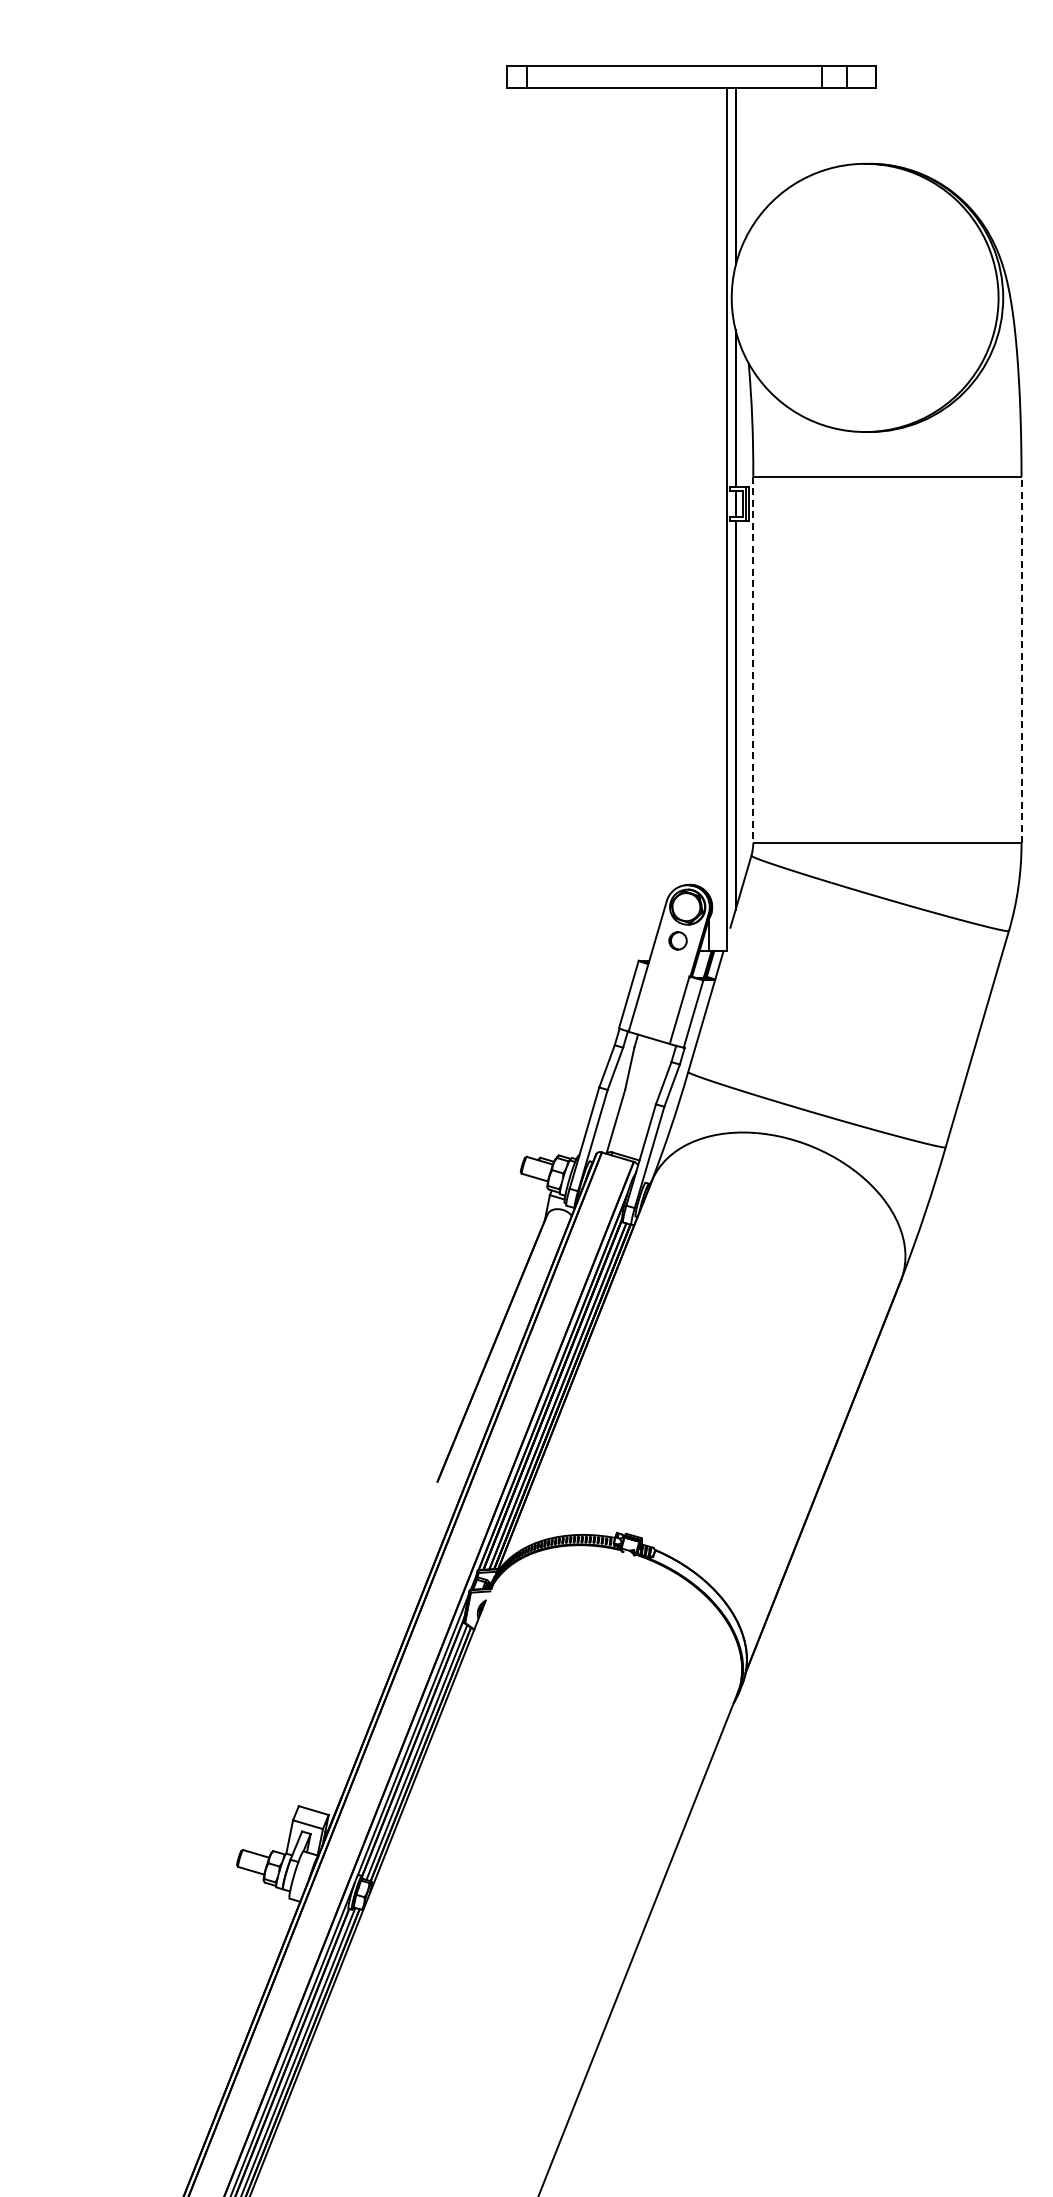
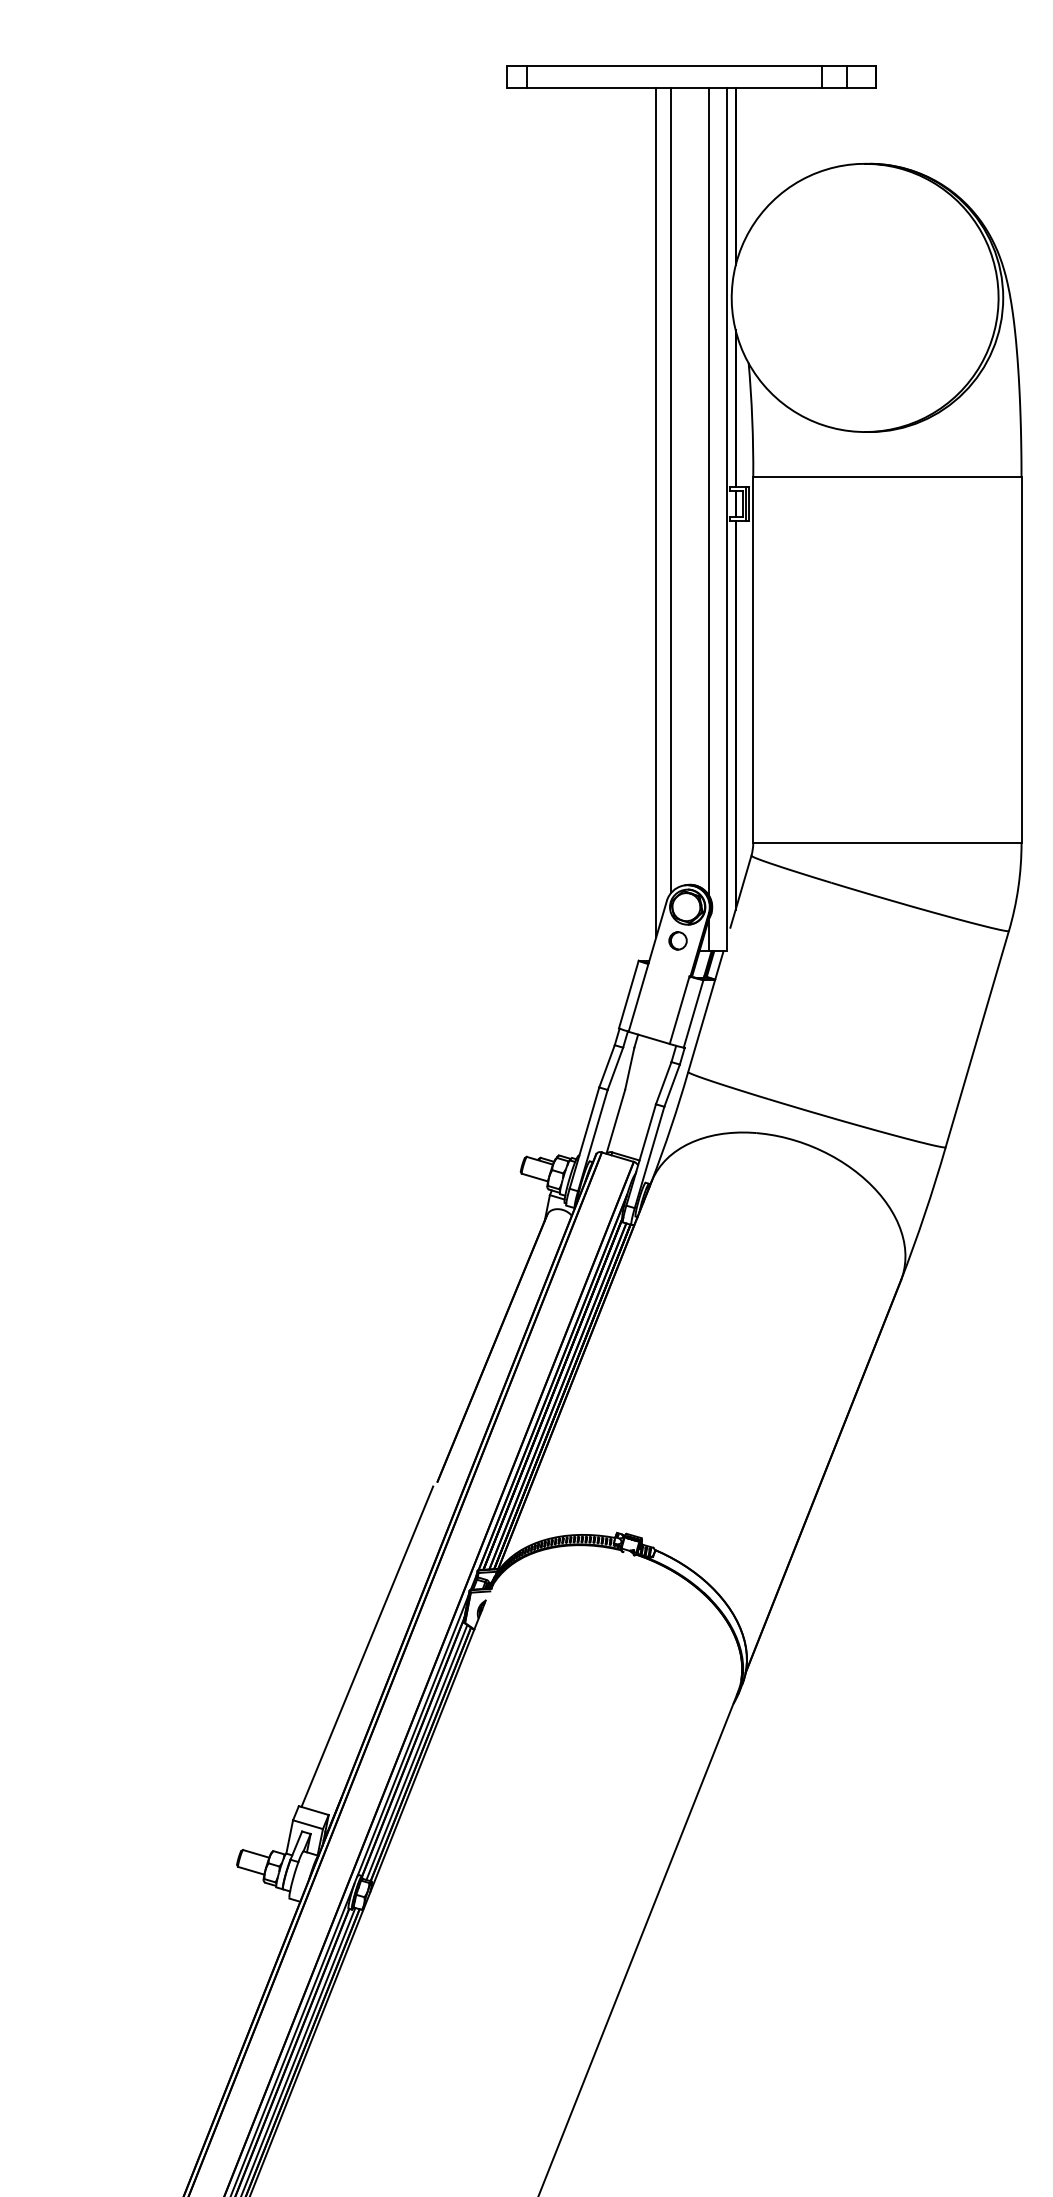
line at (670, 490): none -> present
line at (709, 491): none -> present
line at (656, 512): none -> present
line at (1021, 659): dashed -> solid
line at (753, 660): dashed -> solid
line at (367, 1646): none -> present
